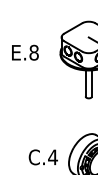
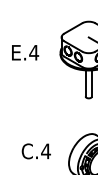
text at (34, 52): E.8 -> E.4
text at (42, 157) position: (42, 157) -> (35, 151)
